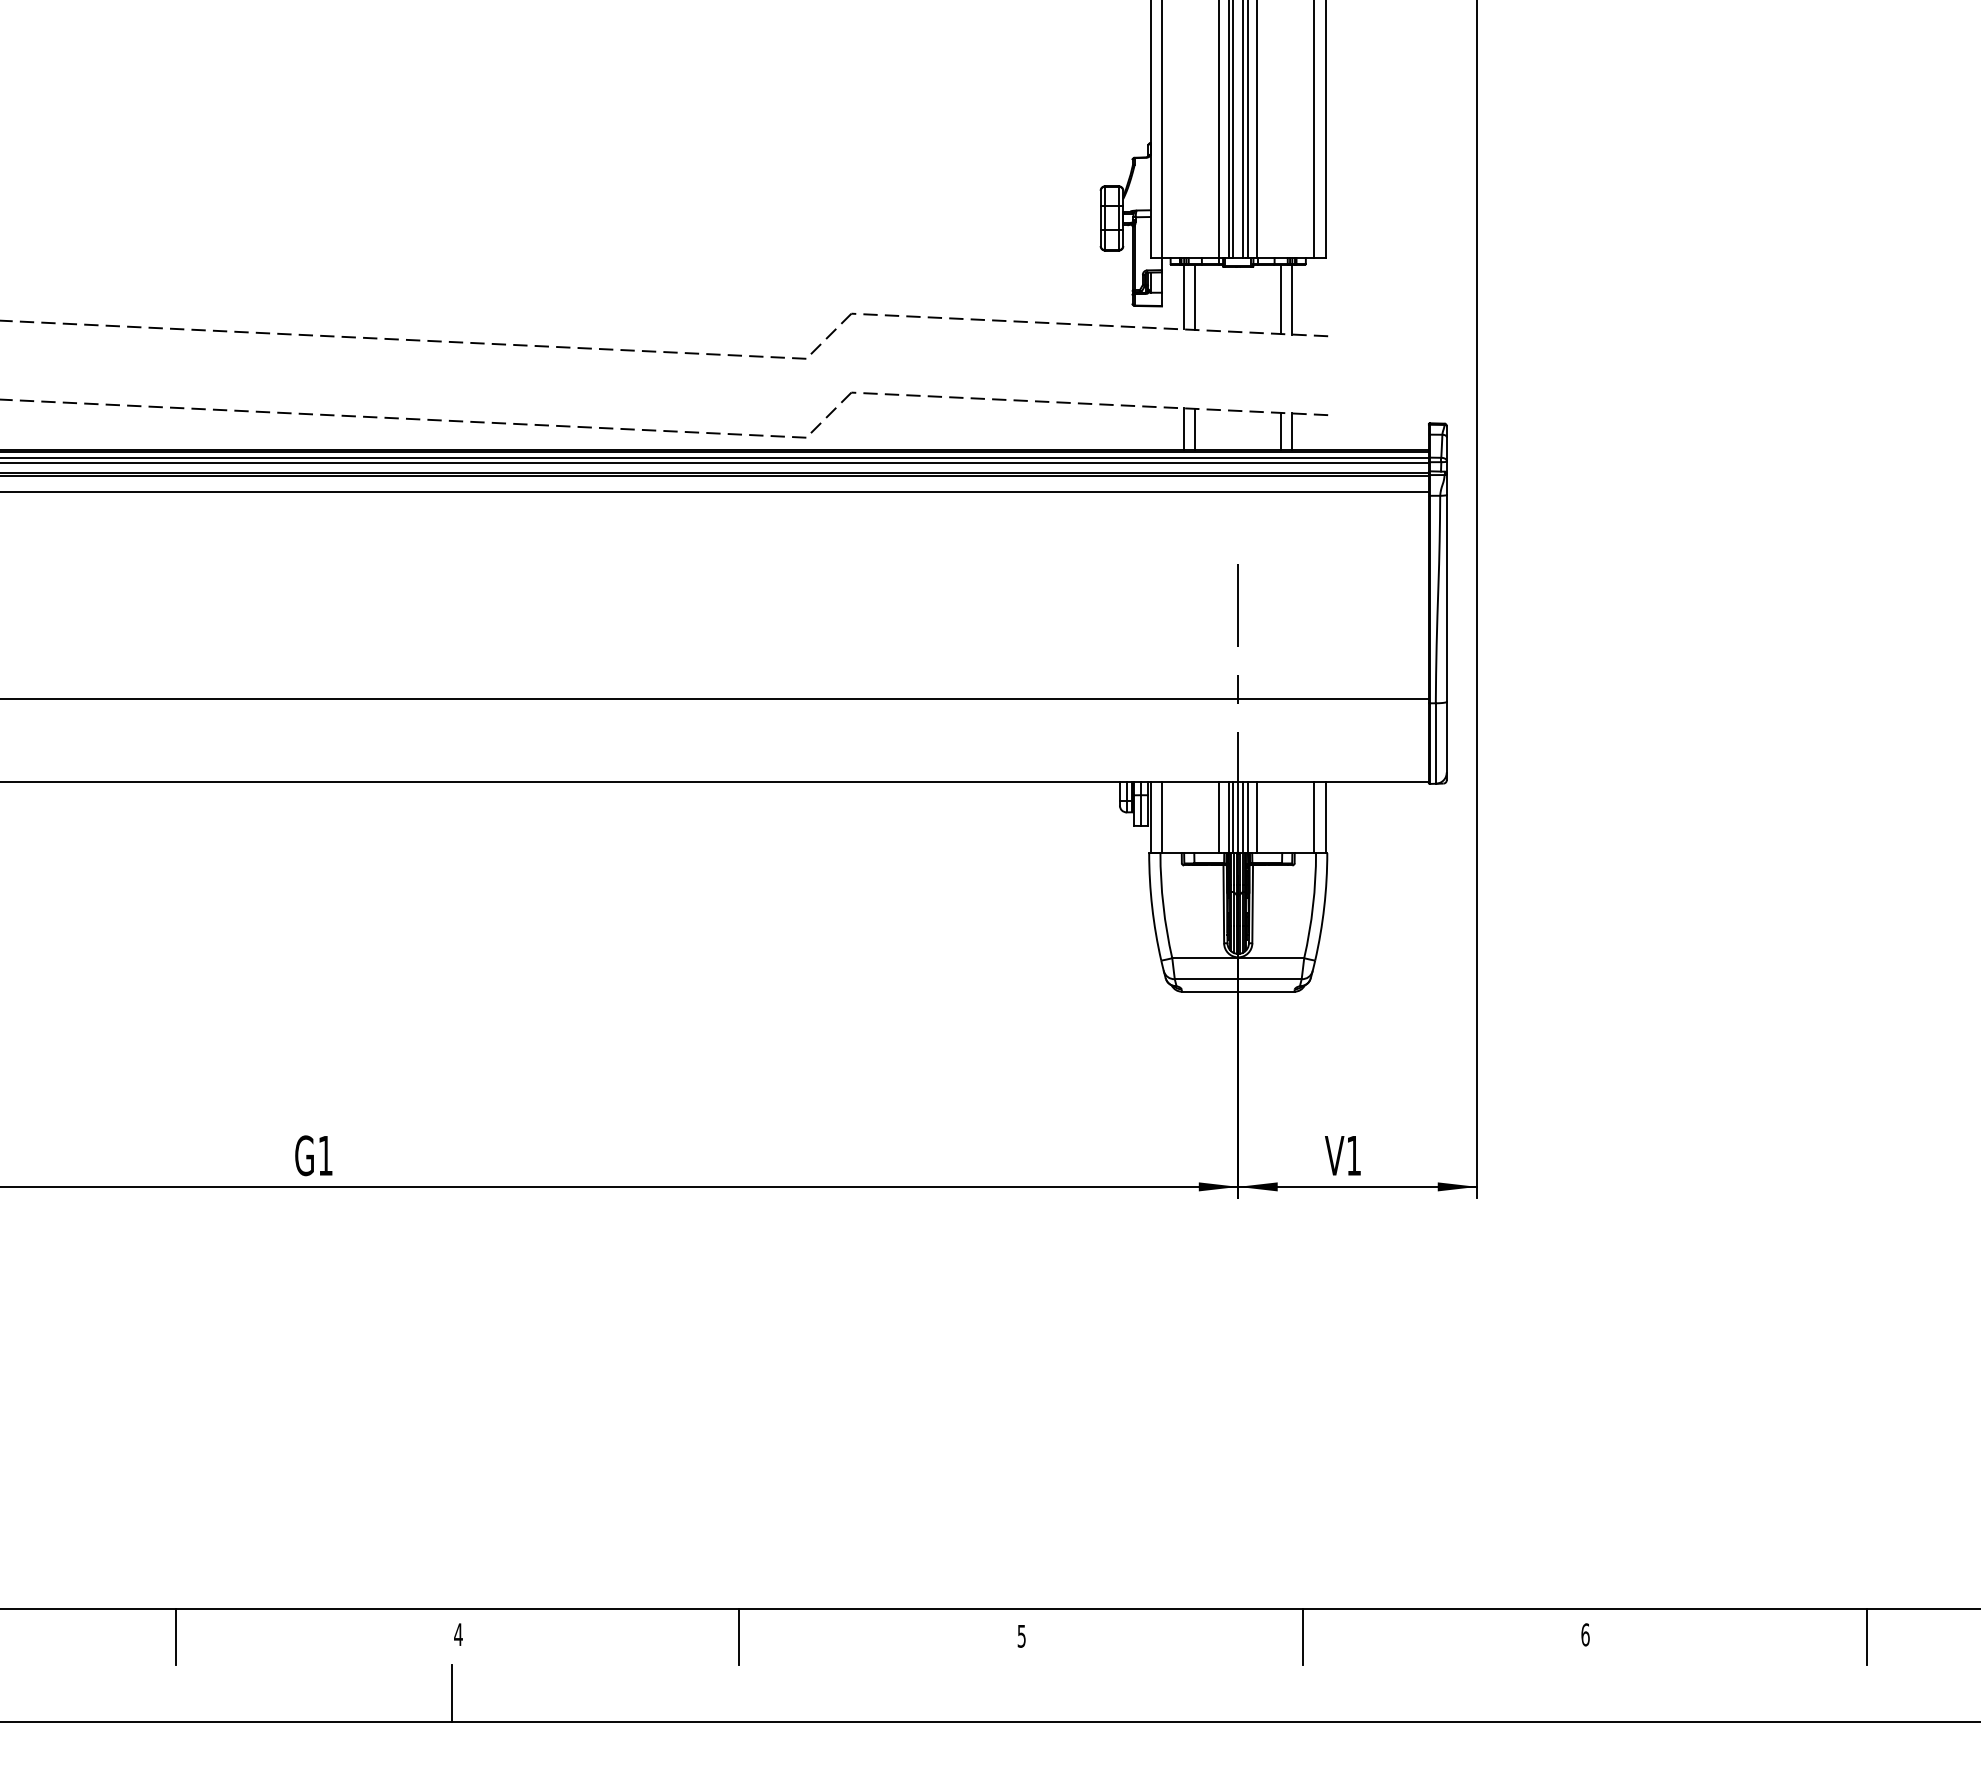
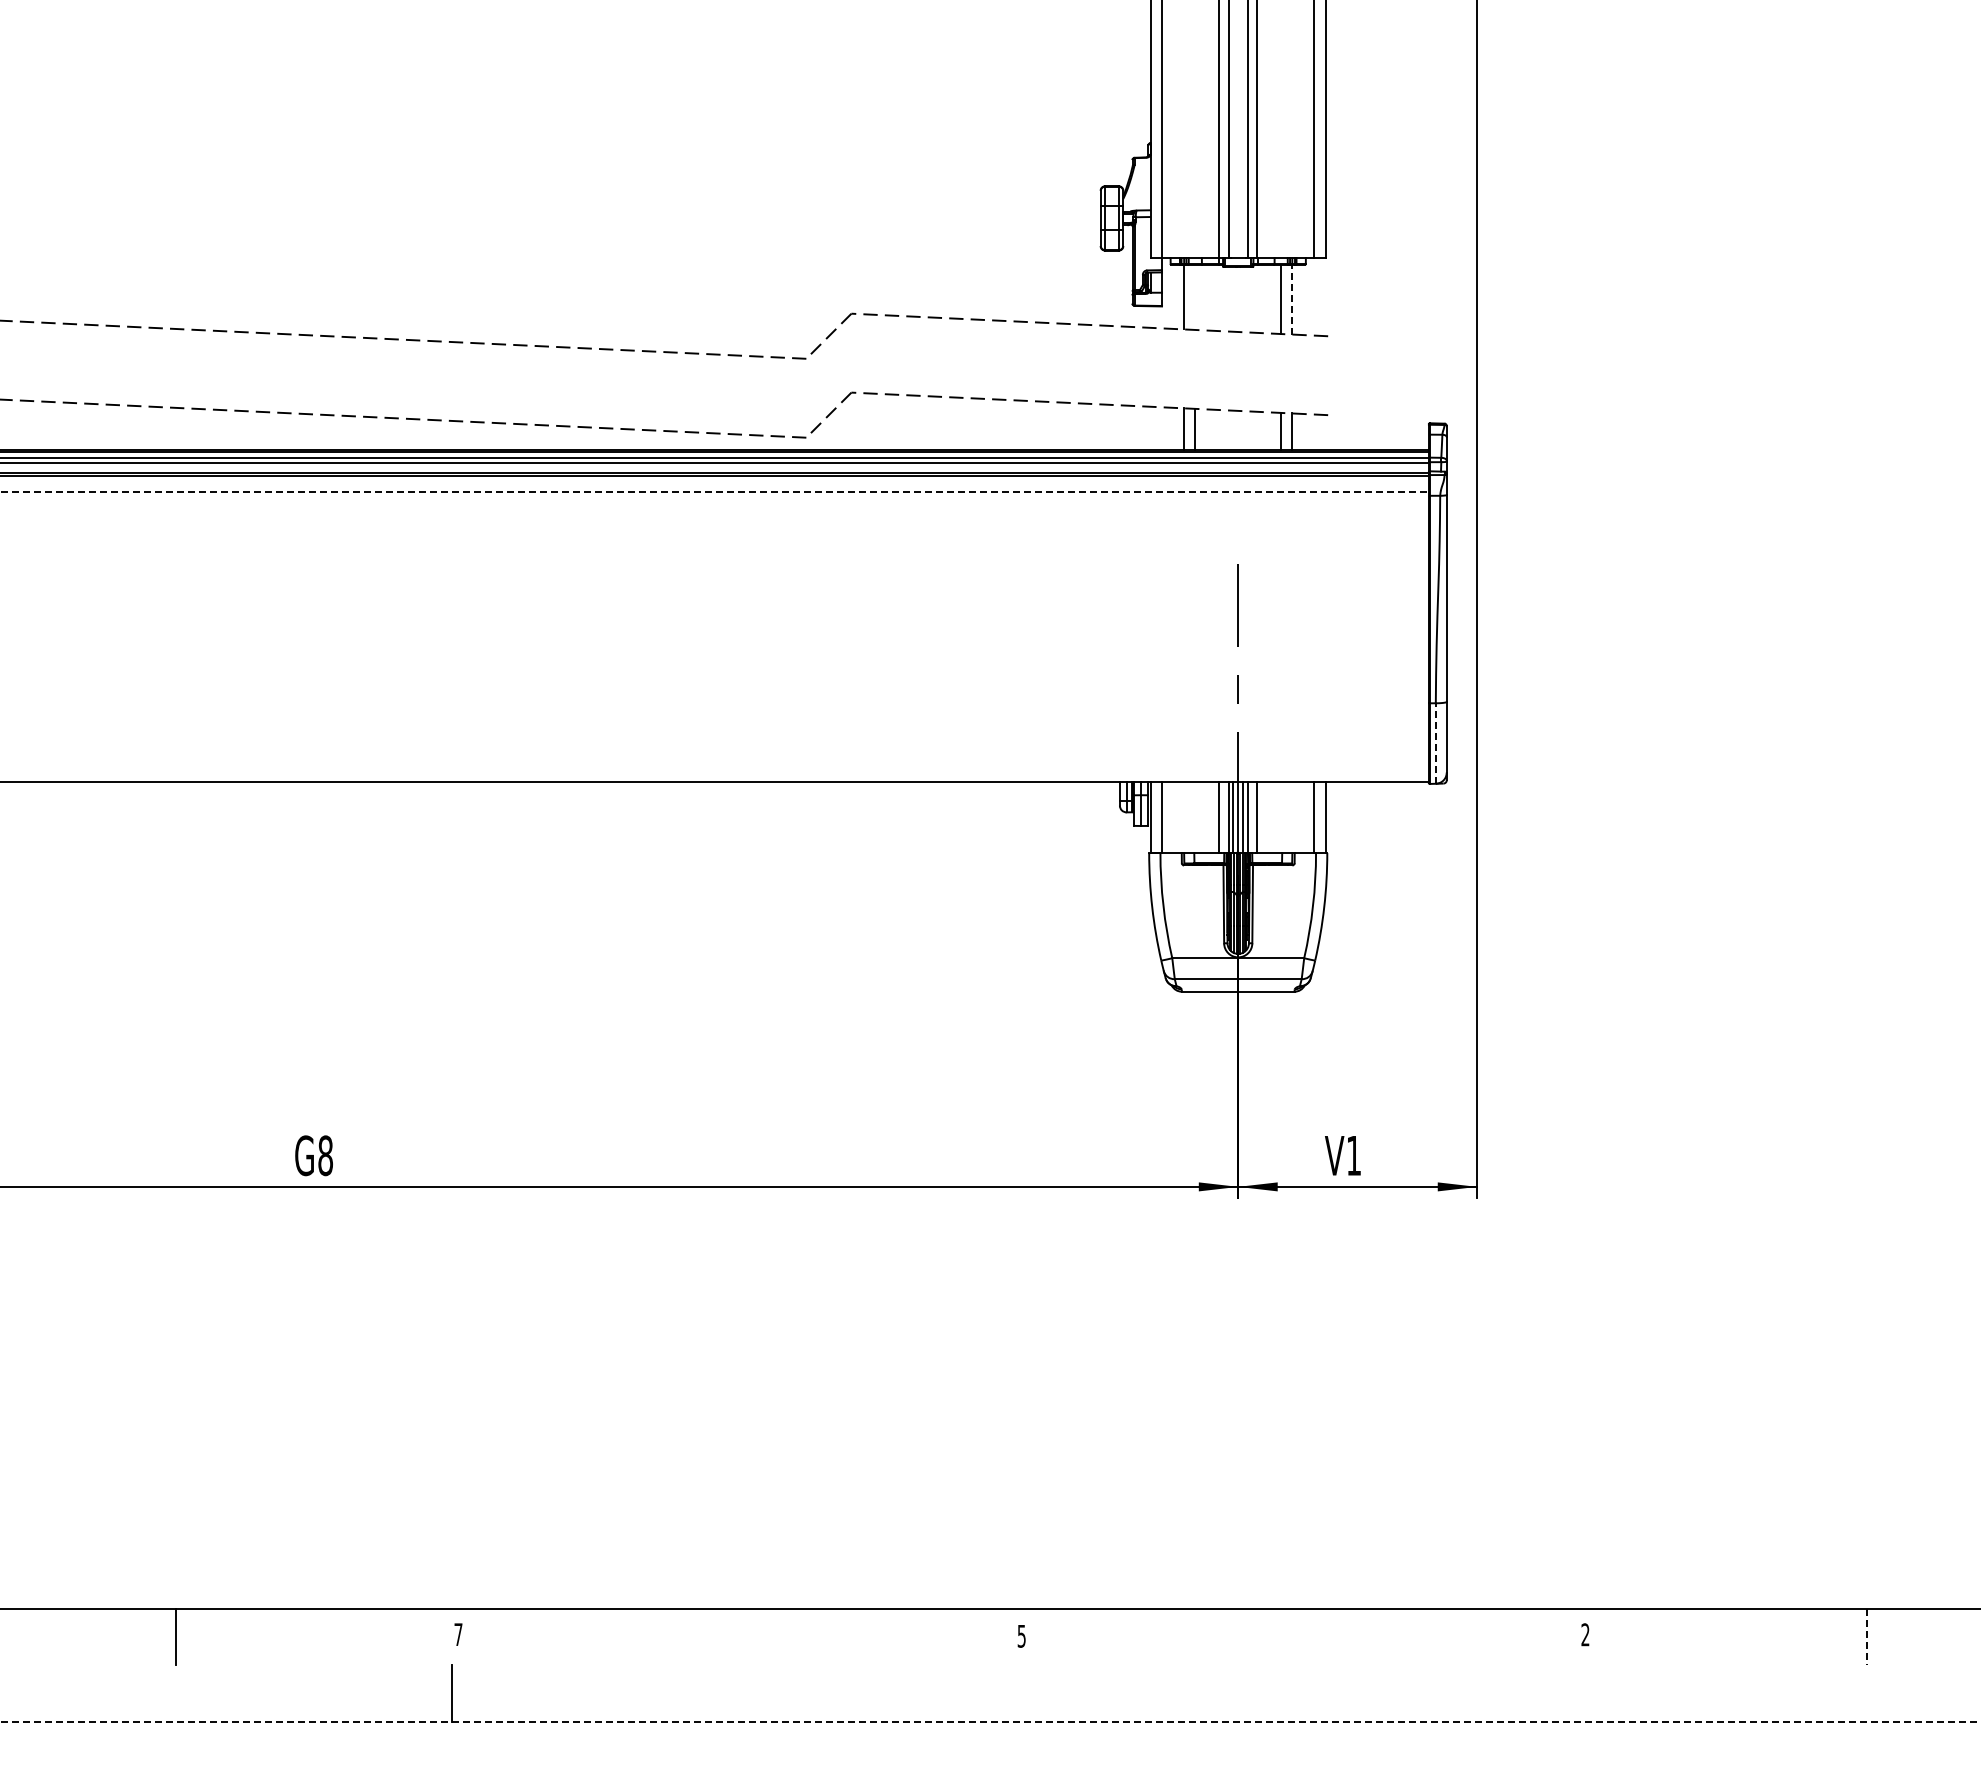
line at (1233, 129): present -> none
line at (1243, 129): present -> none
line at (1195, 296): present -> none
line at (1292, 299): solid -> dashed
line at (715, 492): solid -> dashed
line at (715, 699): present -> none
line at (1435, 743): solid -> dashed
text at (325, 1155): G1 -> G8
text at (458, 1634): 4 -> 7
text at (1585, 1634): 6 -> 2
line at (739, 1636): present -> none
line at (1302, 1636): present -> none
line at (1866, 1637): solid -> dashed
line at (991, 1721): solid -> dashed
